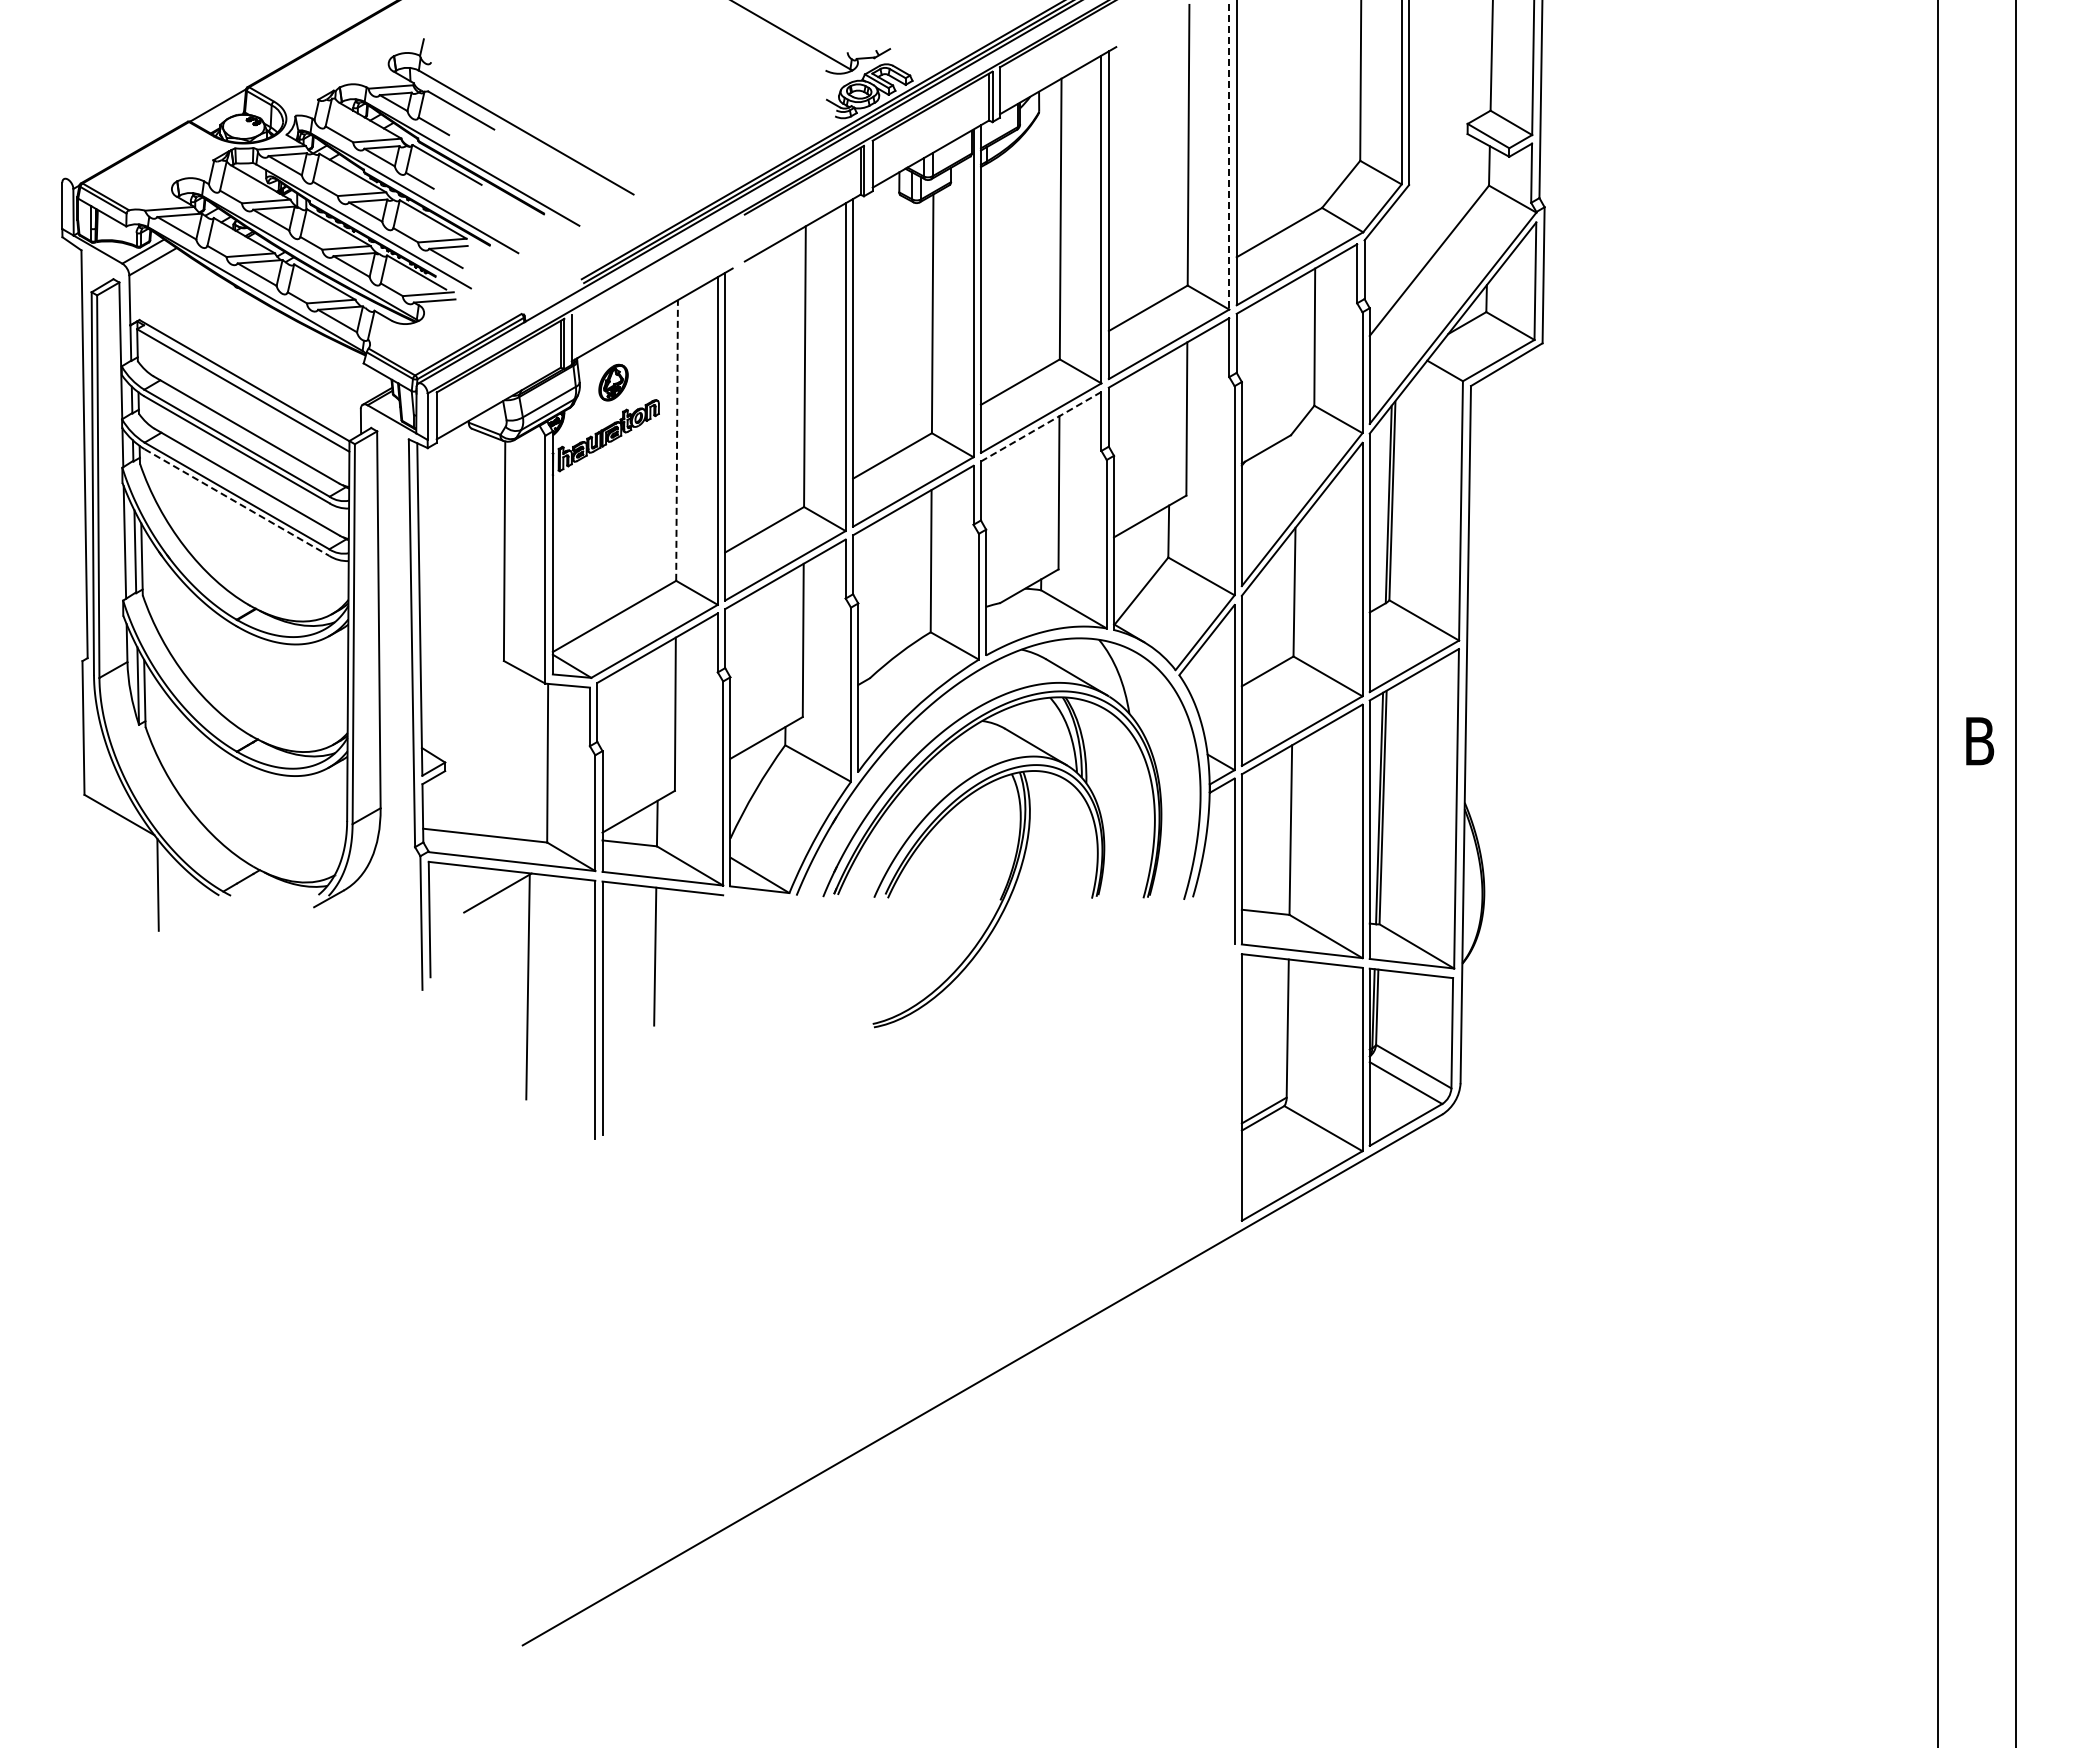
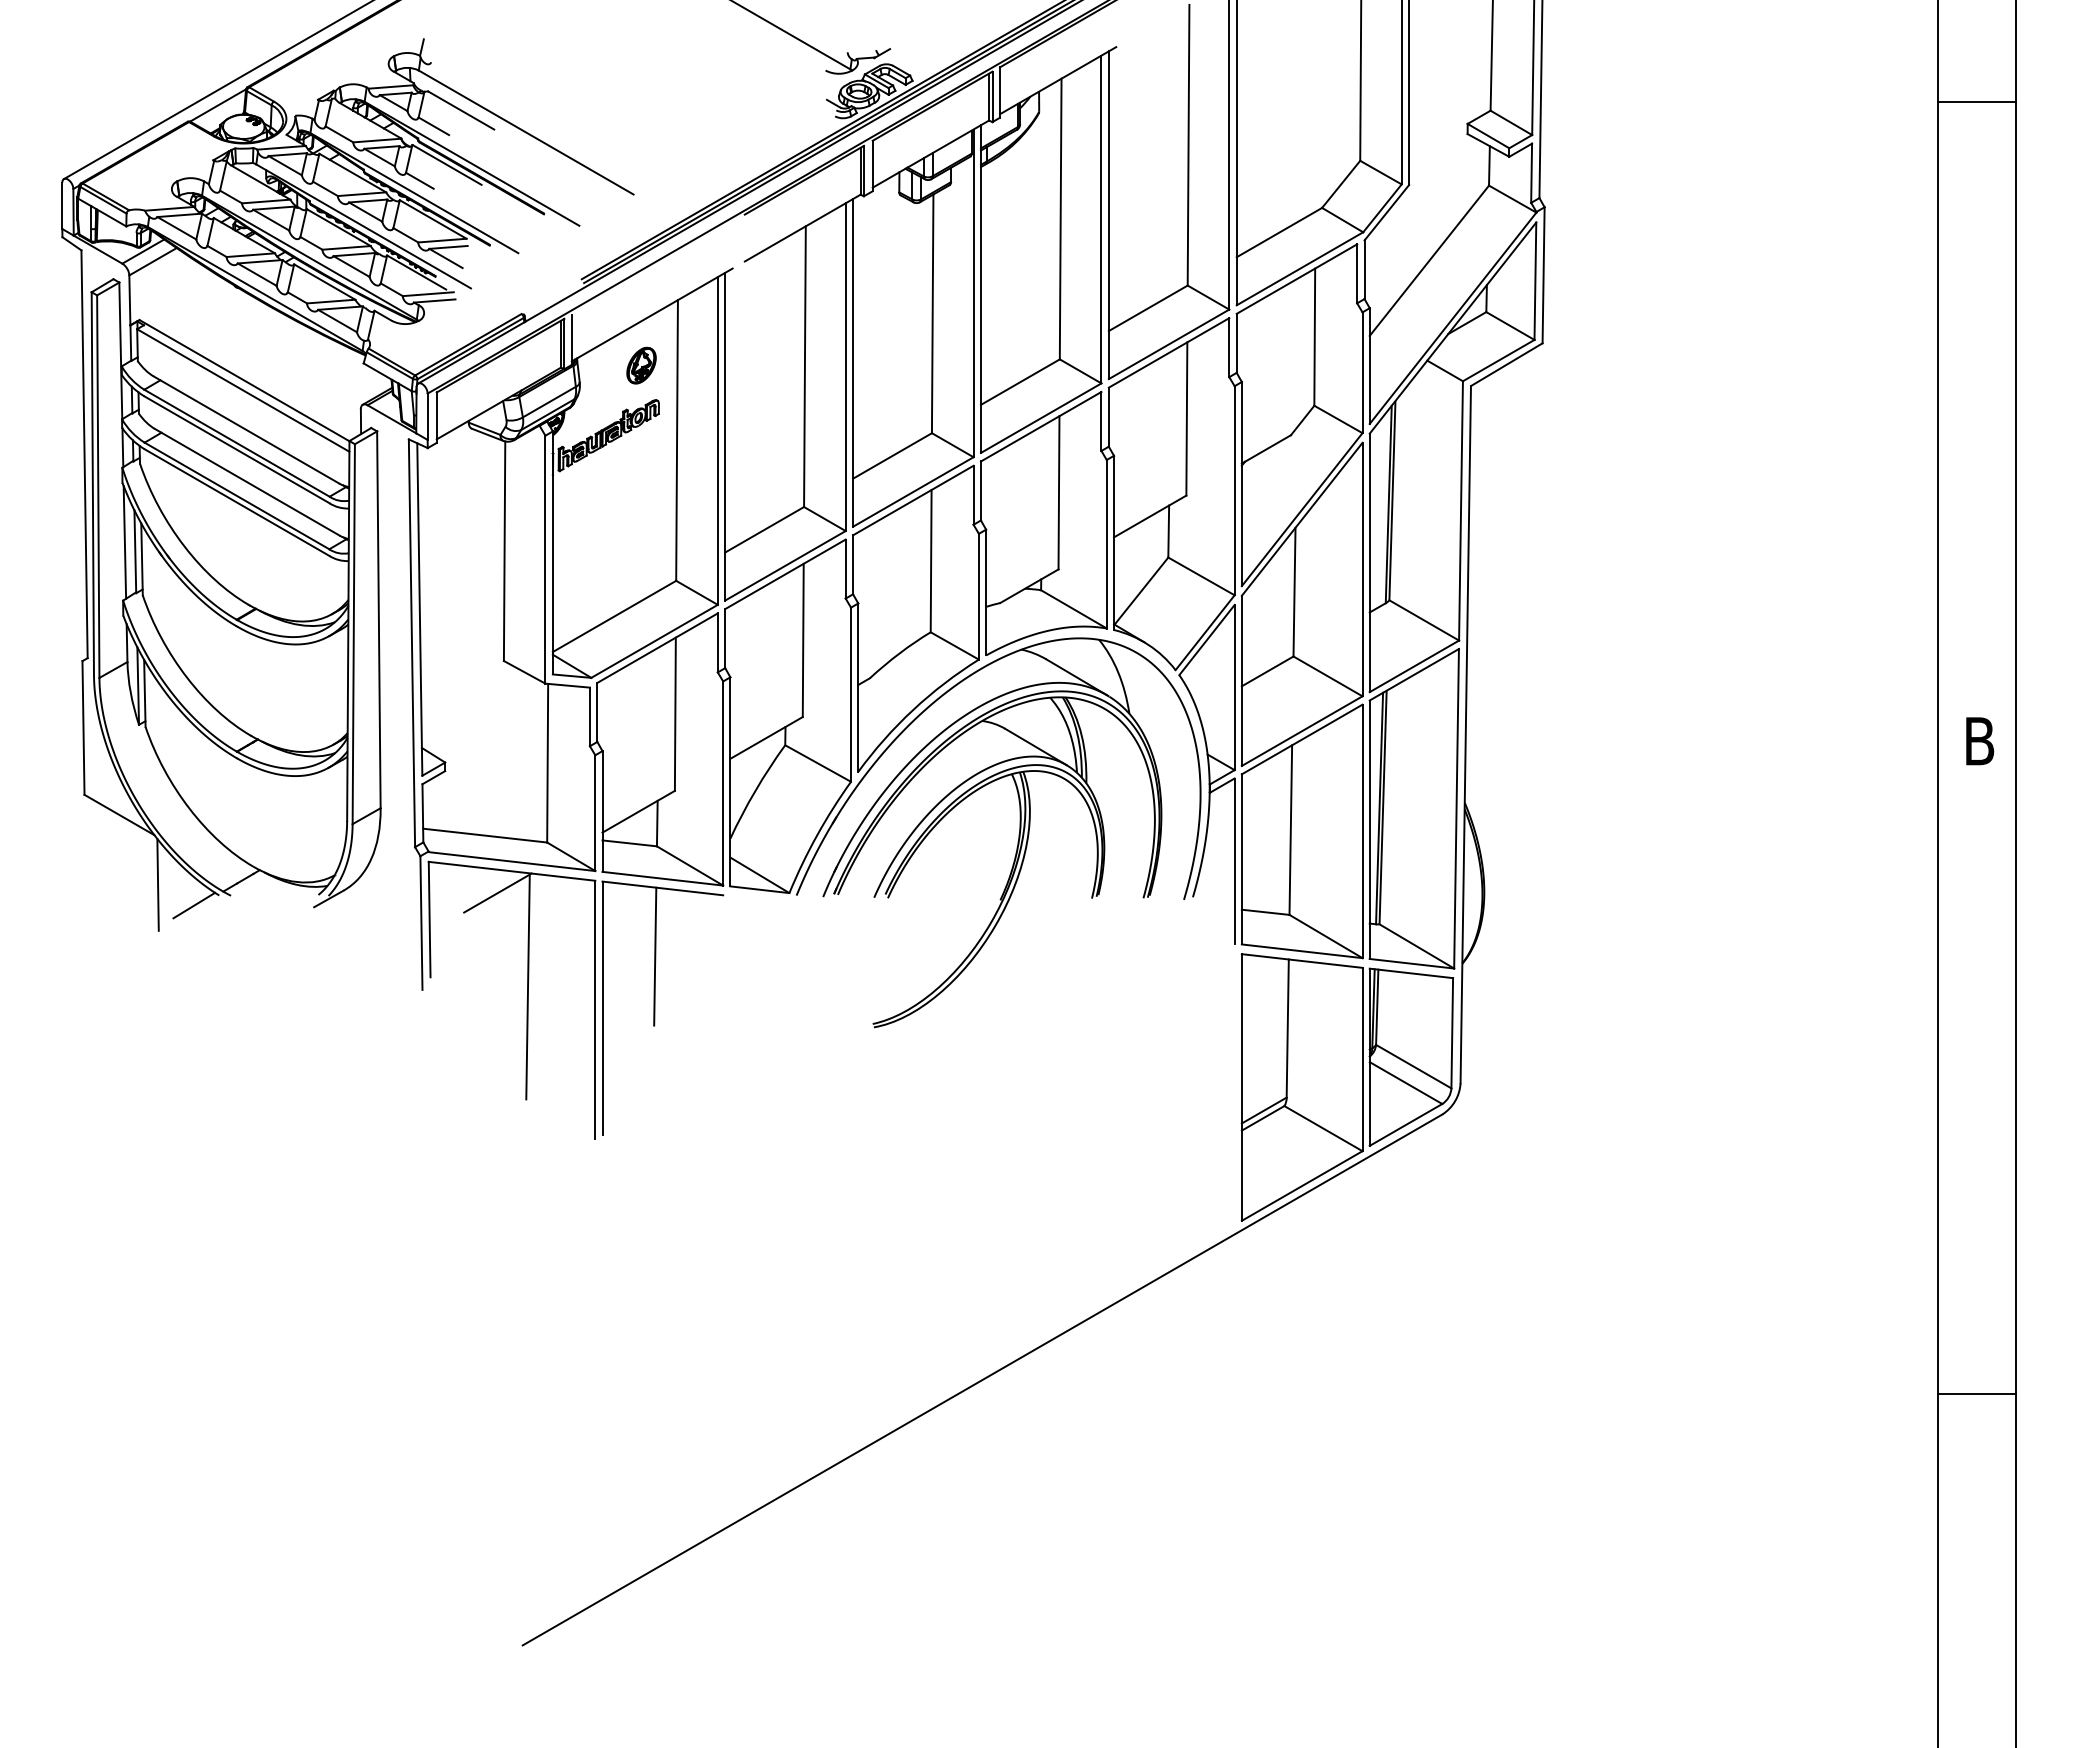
line at (216, 90): none -> present
line at (1976, 102): none -> present
line at (1229, 155): dashed -> solid
part at (613, 382) position: (613, 382) -> (641, 365)
line at (1041, 426): dashed -> solid
line at (677, 440): dashed -> solid
line at (237, 502): dashed -> solid
line at (194, 905): none -> present
line at (1976, 1393): none -> present
